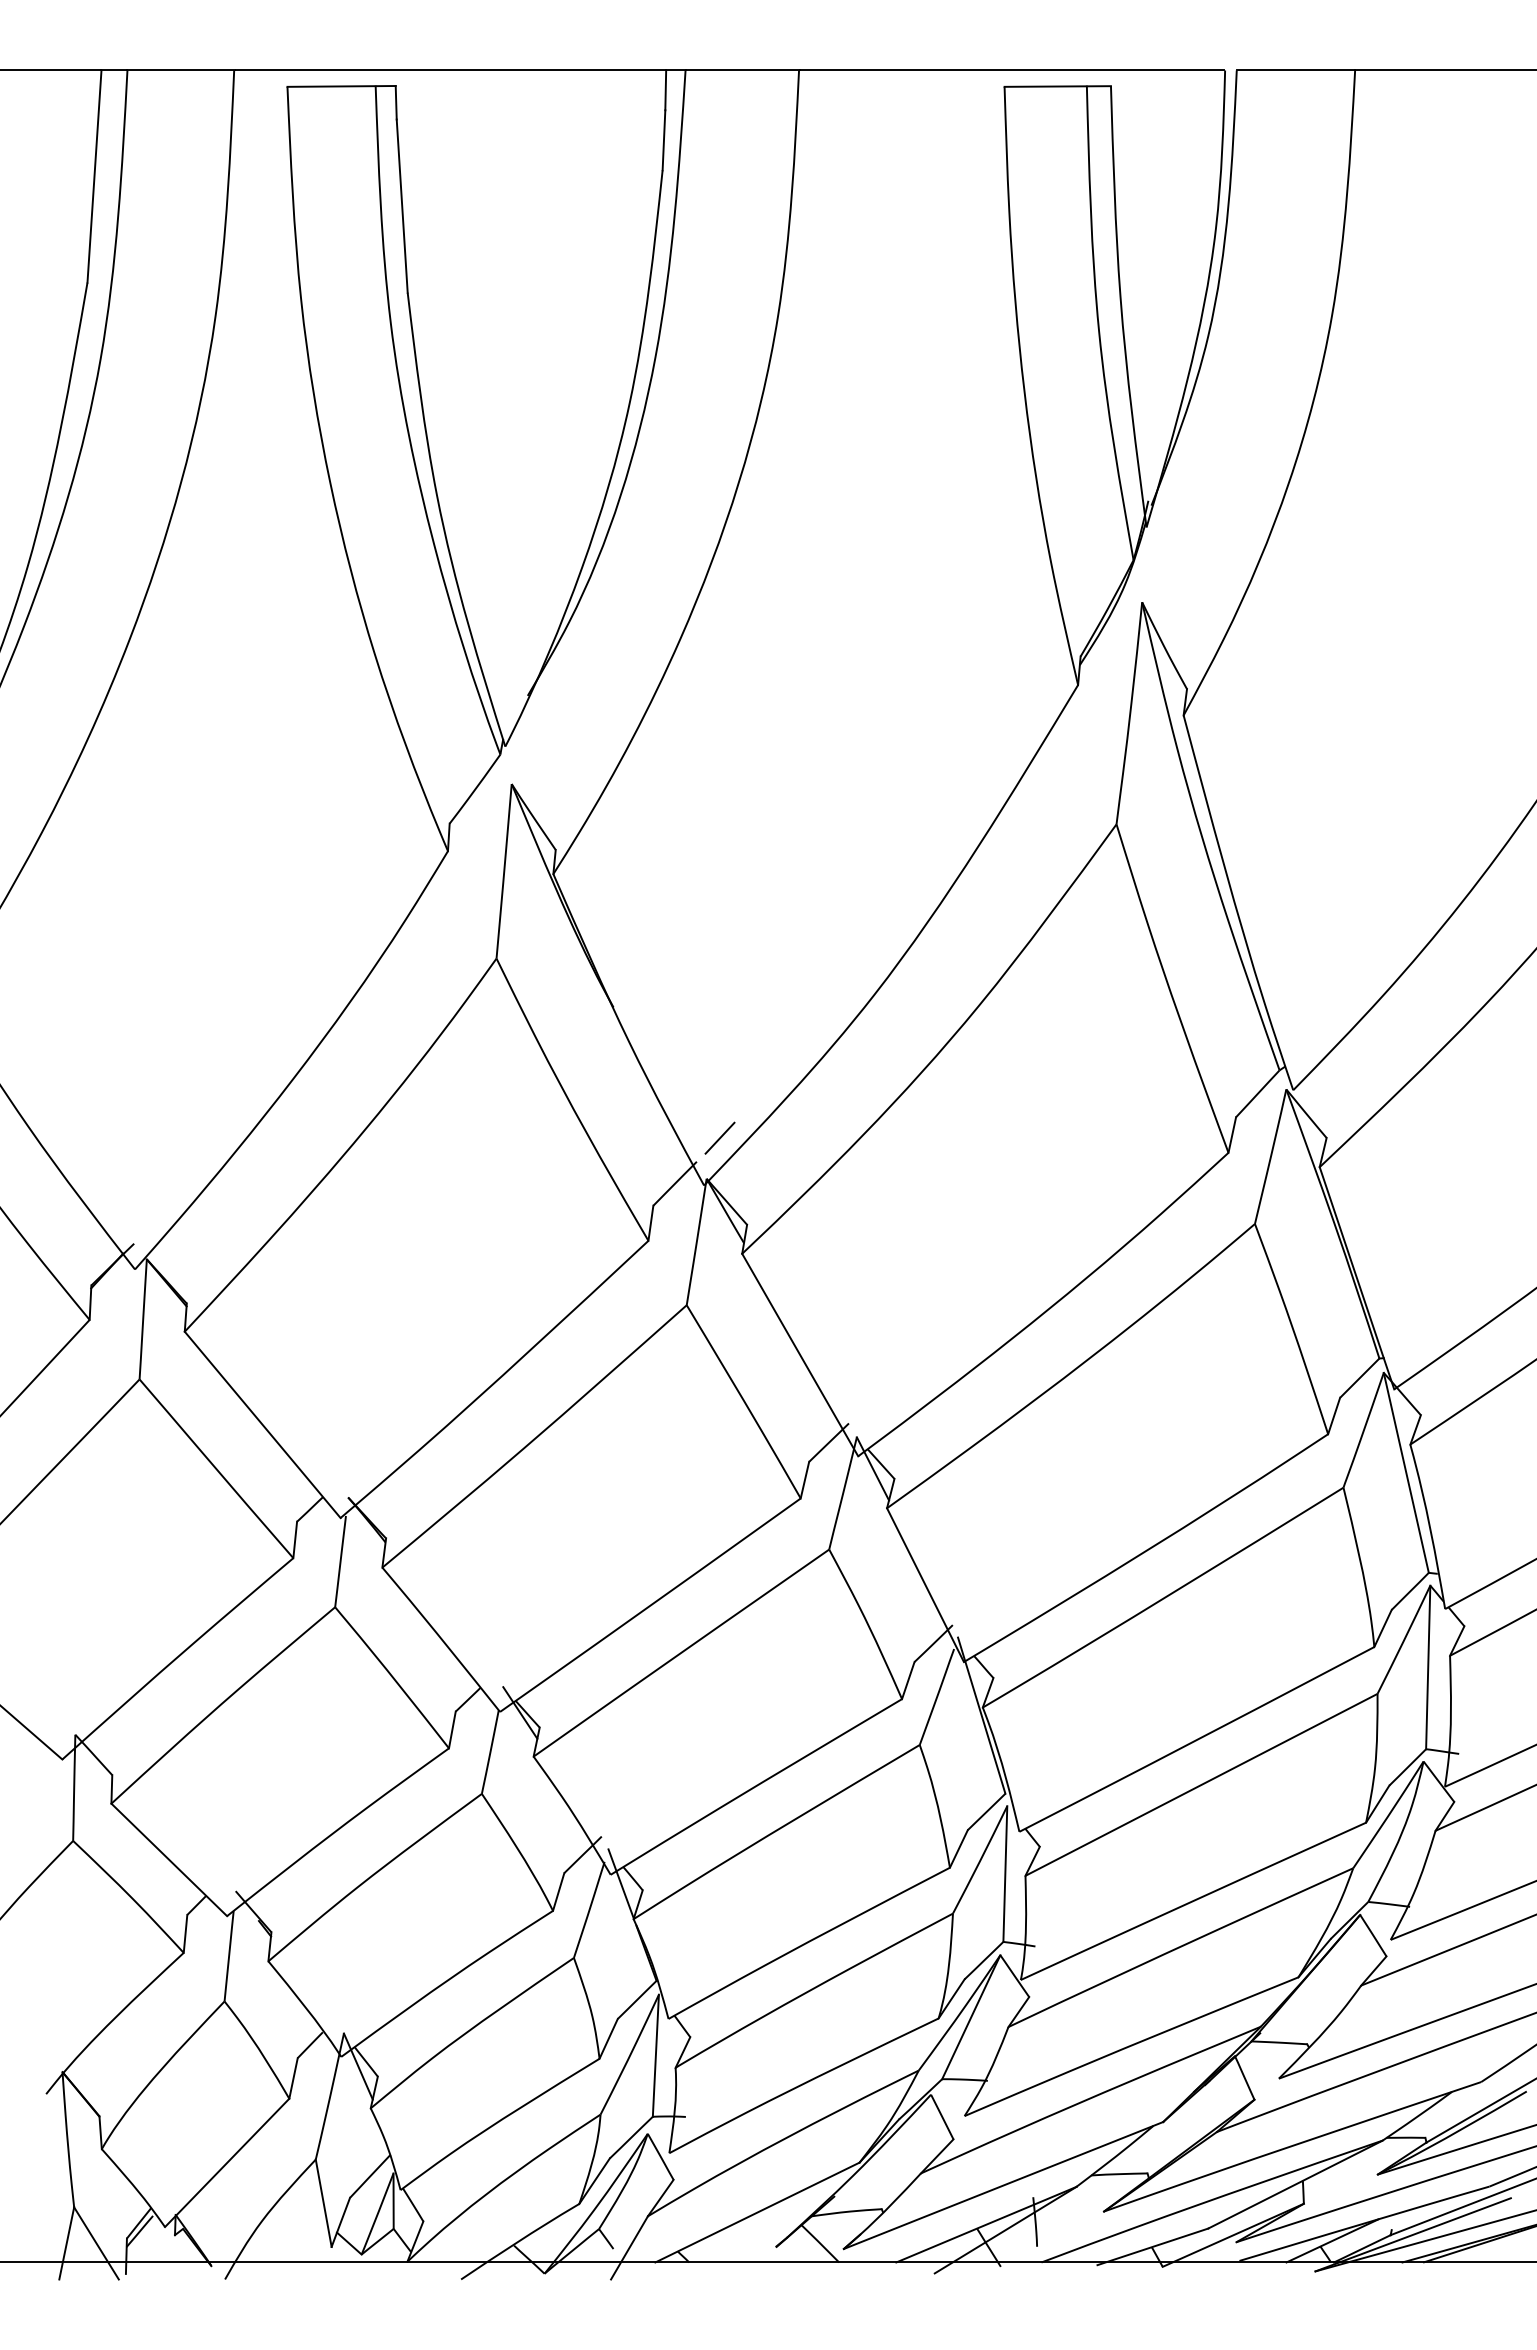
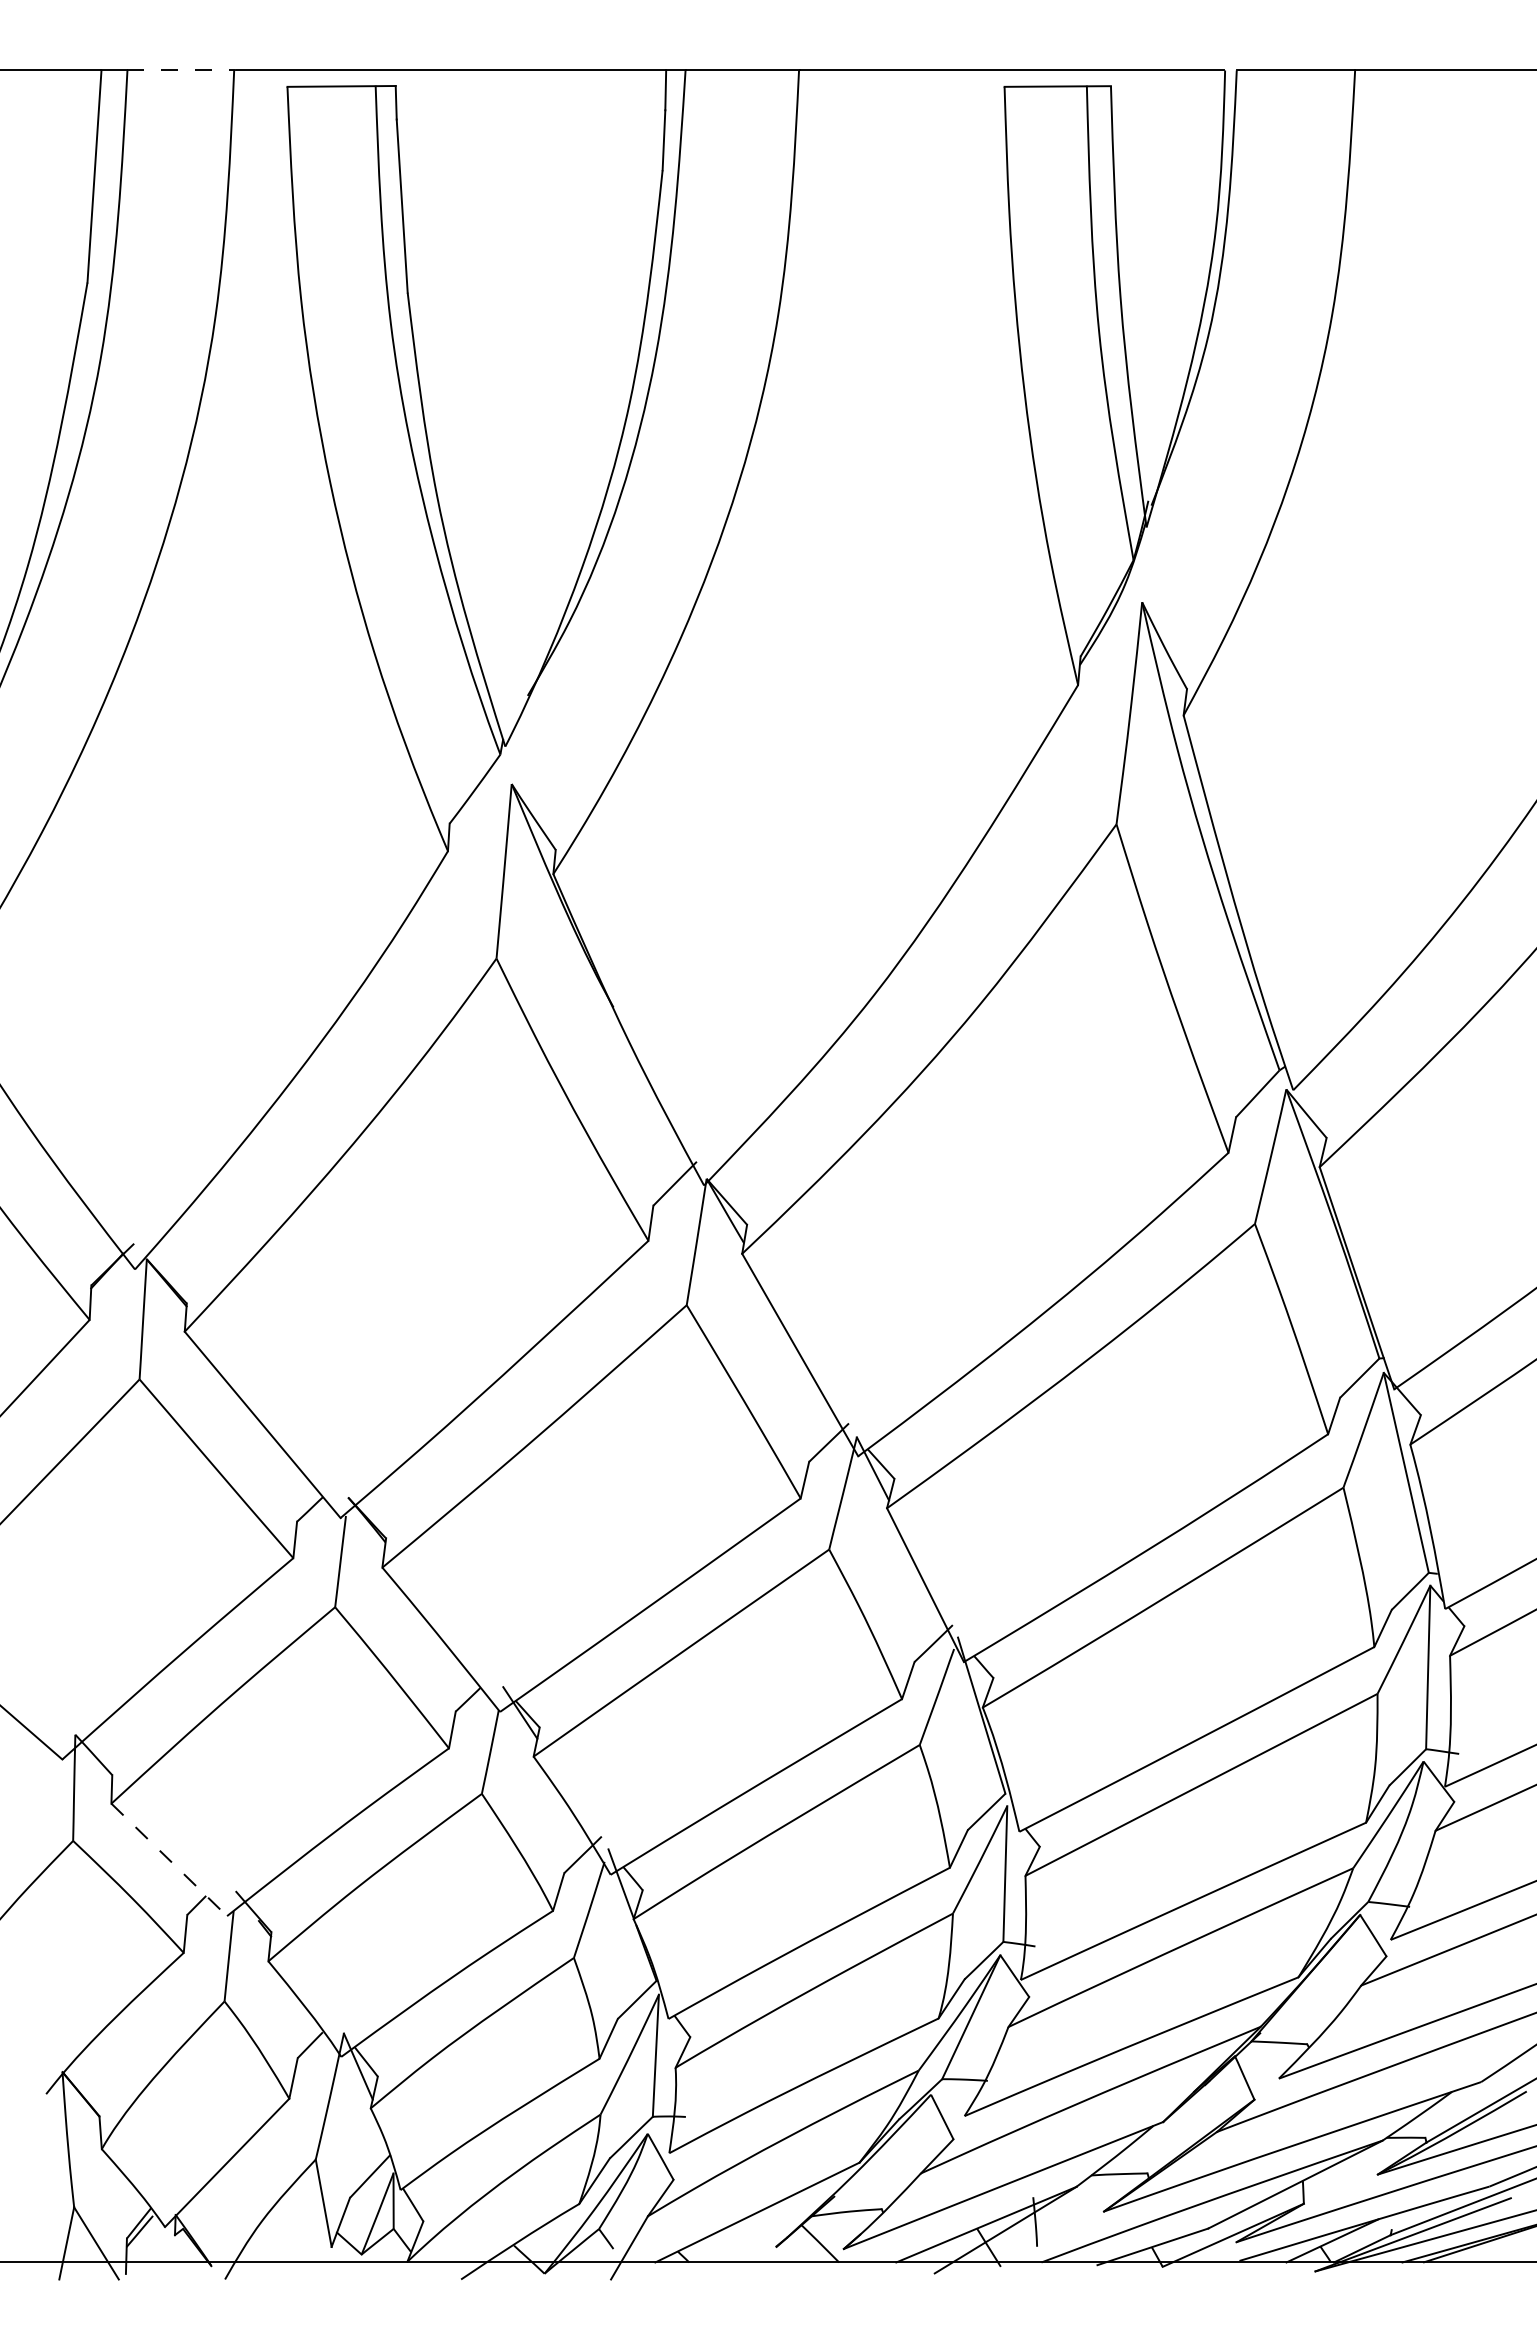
line at (181, 70): solid -> dashed
line at (719, 1137): present -> none
line at (169, 1859): solid -> dashed
